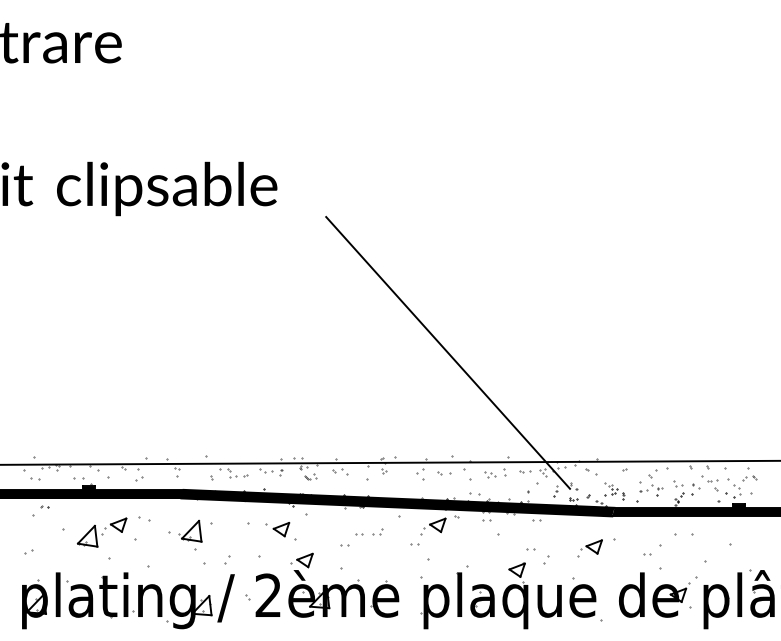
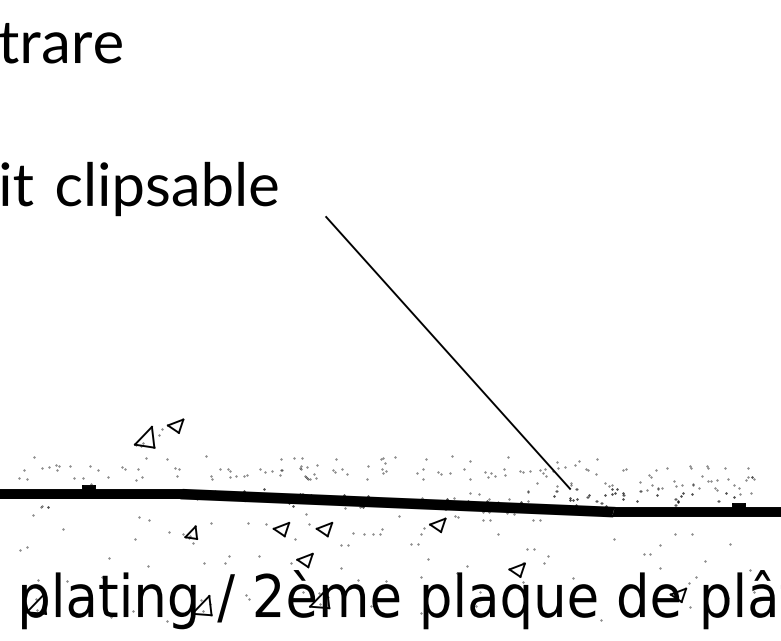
line at (389, 462): present -> none
part at (35, 478) position: (35, 478) -> (23, 478)
part at (749, 478) size: 16x7 px -> 11x6 px
part at (320, 529): none -> present
part at (101, 532) position: (101, 532) -> (158, 433)
part at (190, 534) size: 25x32 px -> 17x20 px
part at (359, 534) size: 9x3 px -> 14x4 px
part at (589, 548): present -> none
part at (28, 551) position: (28, 551) -> (23, 548)
